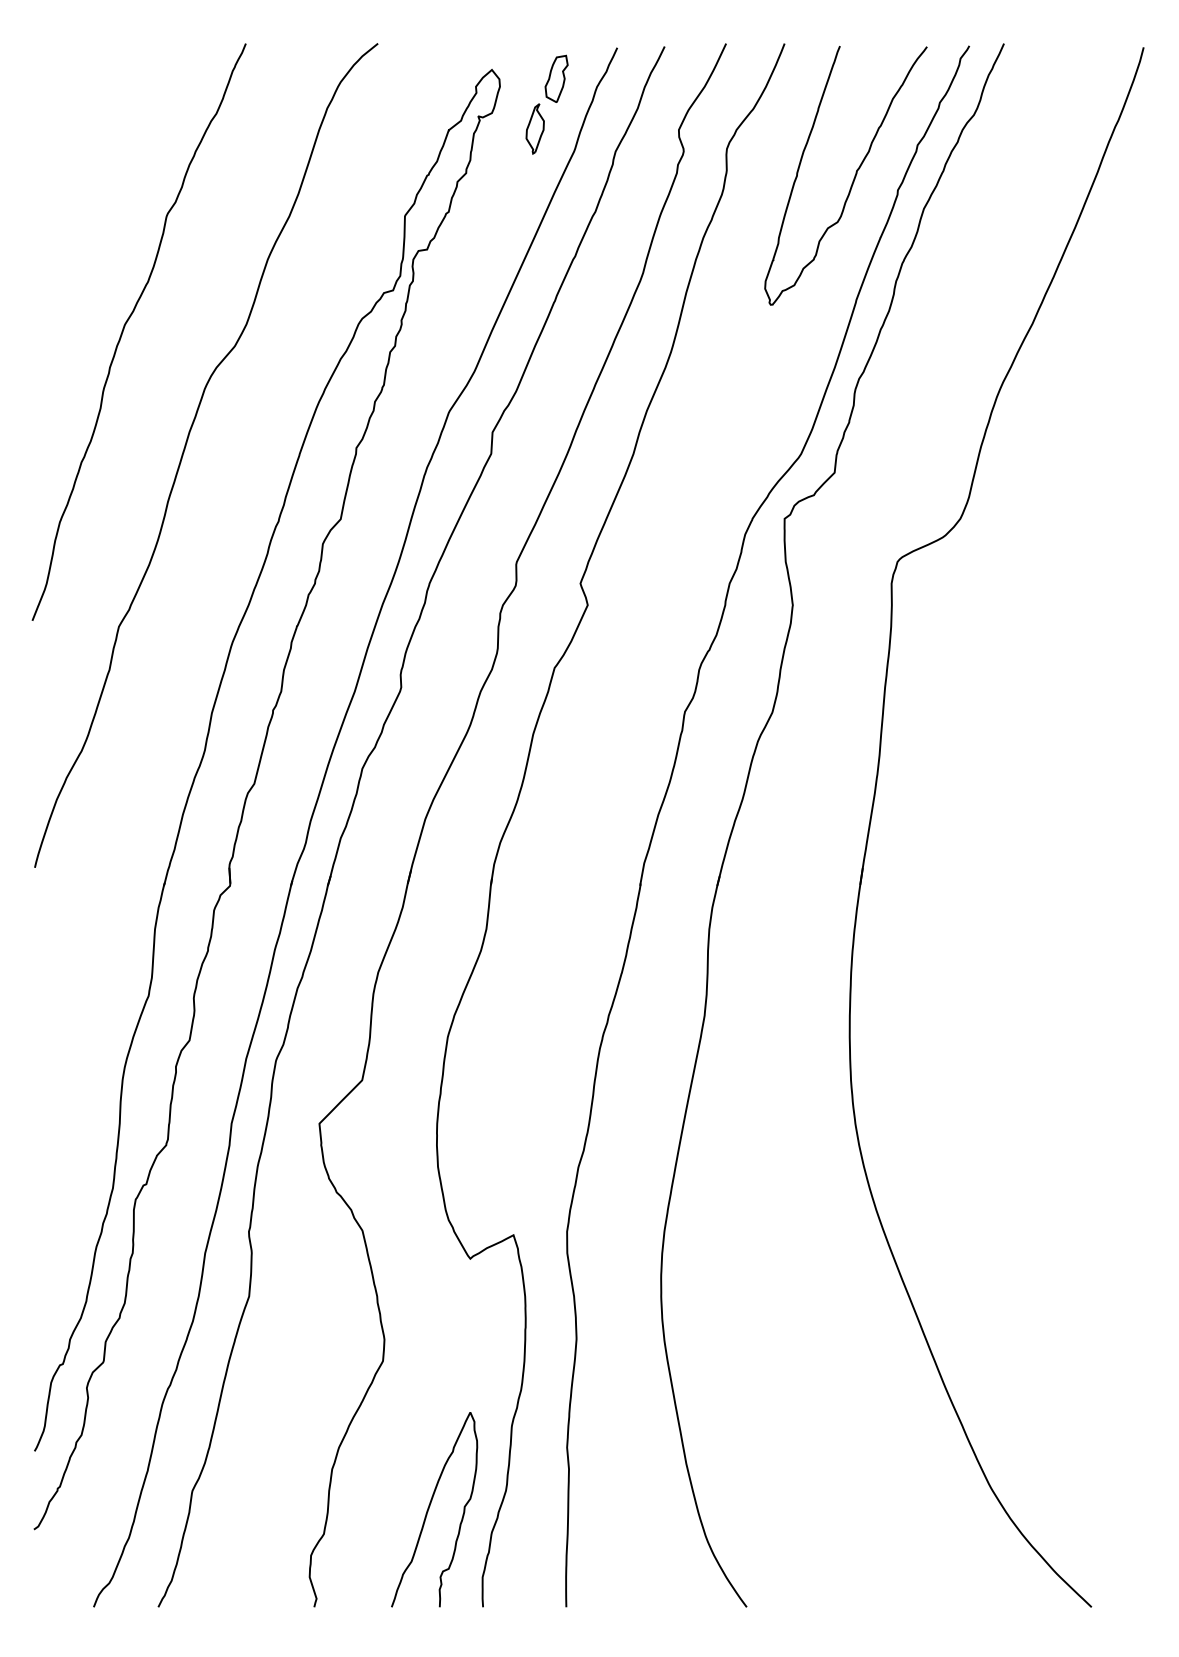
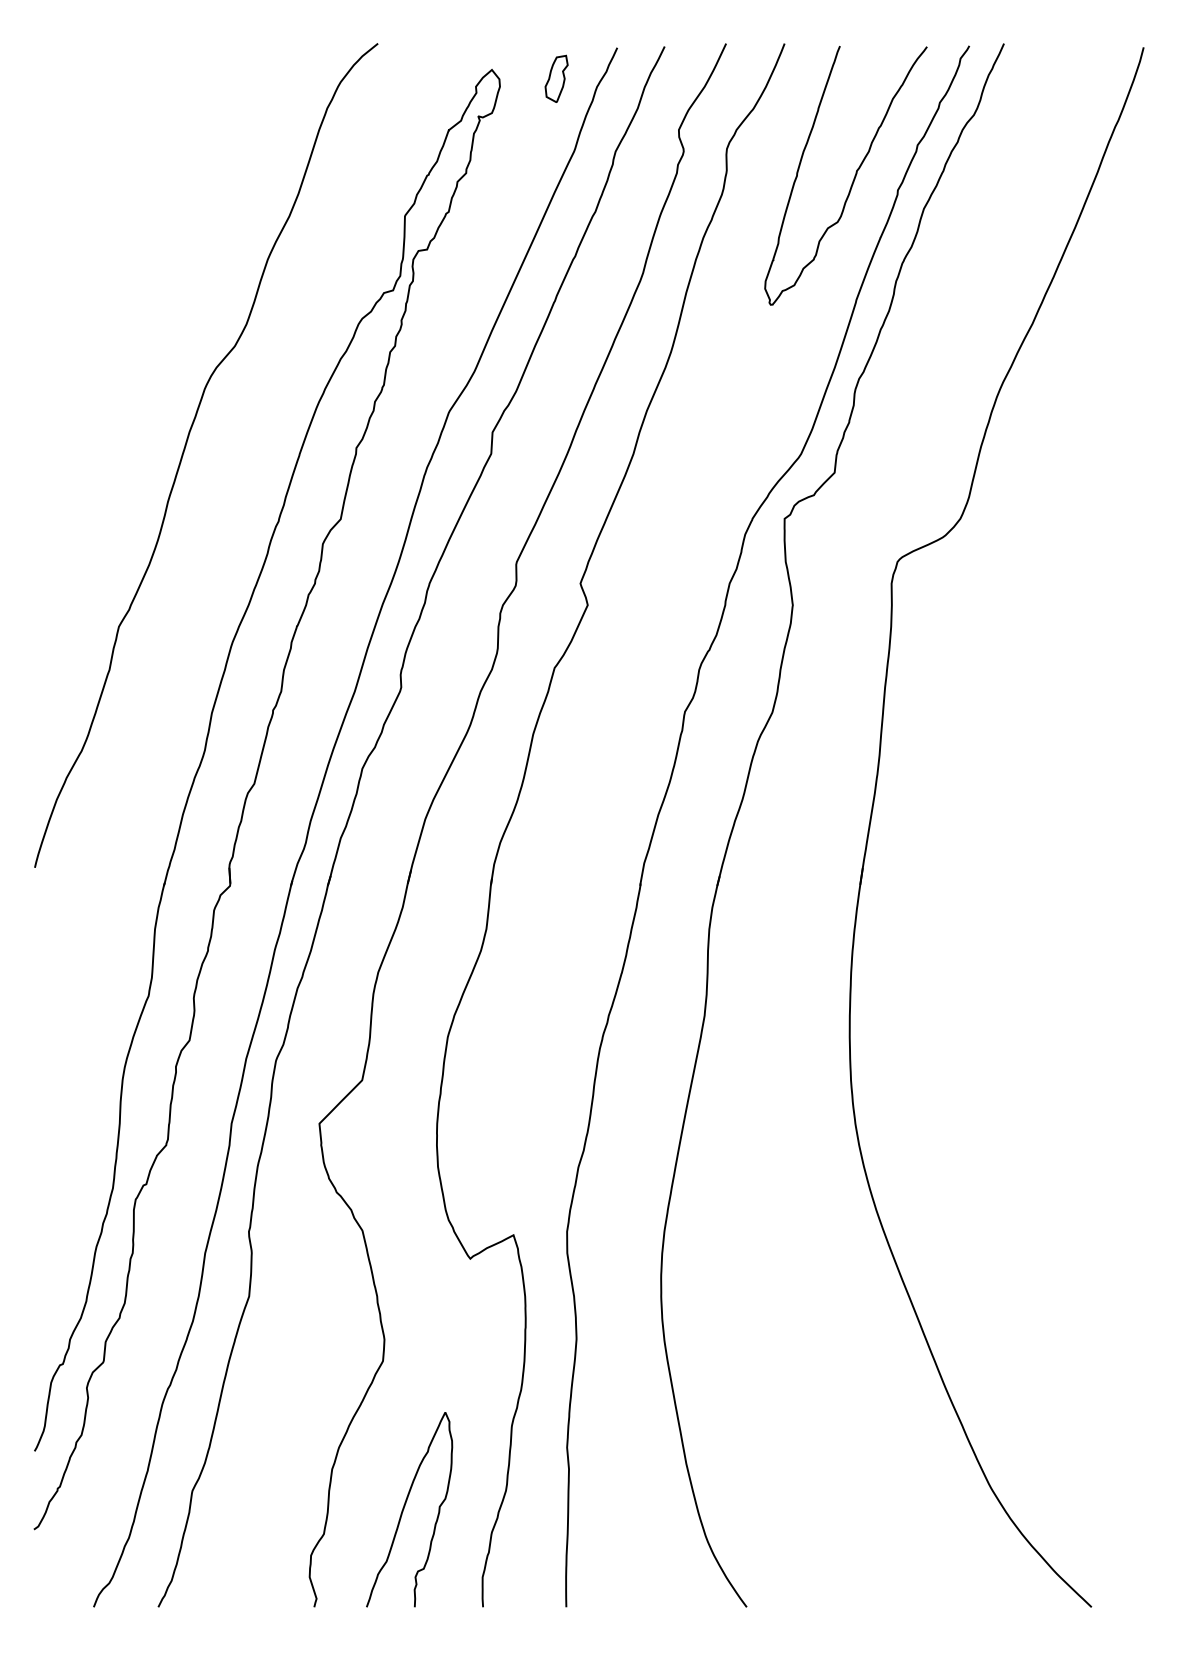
part at (534, 128): present -> none
curve at (126, 324): present -> none
curve at (430, 1506) position: (430, 1506) -> (405, 1506)
